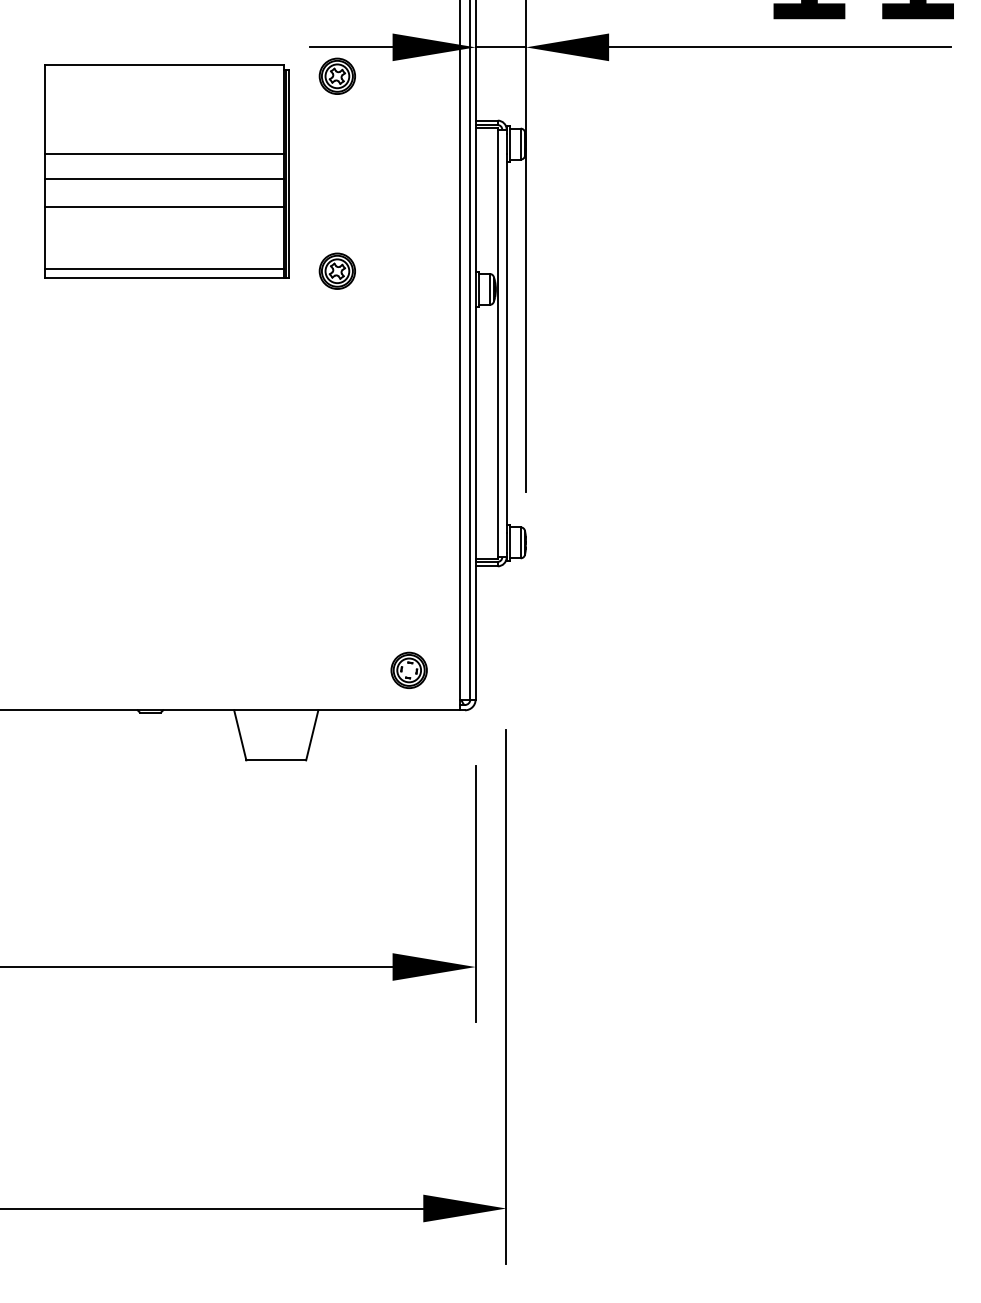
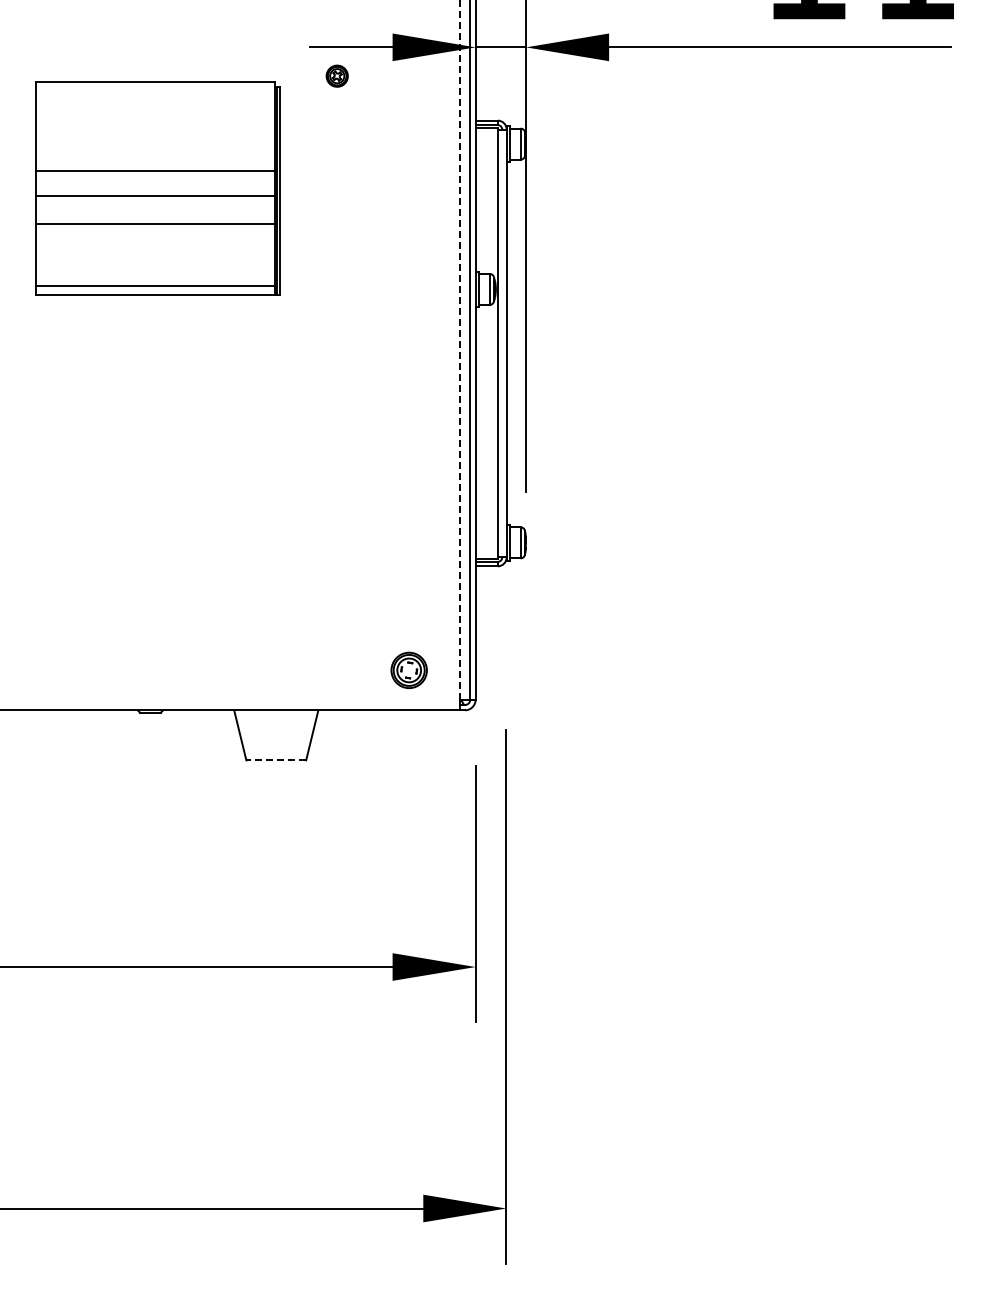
part at (336, 75) size: 38x38 px -> 24x24 px
part at (166, 171) position: (166, 171) -> (157, 188)
part at (336, 270): present -> none
line at (459, 349): solid -> dashed
line at (276, 760): solid -> dashed
